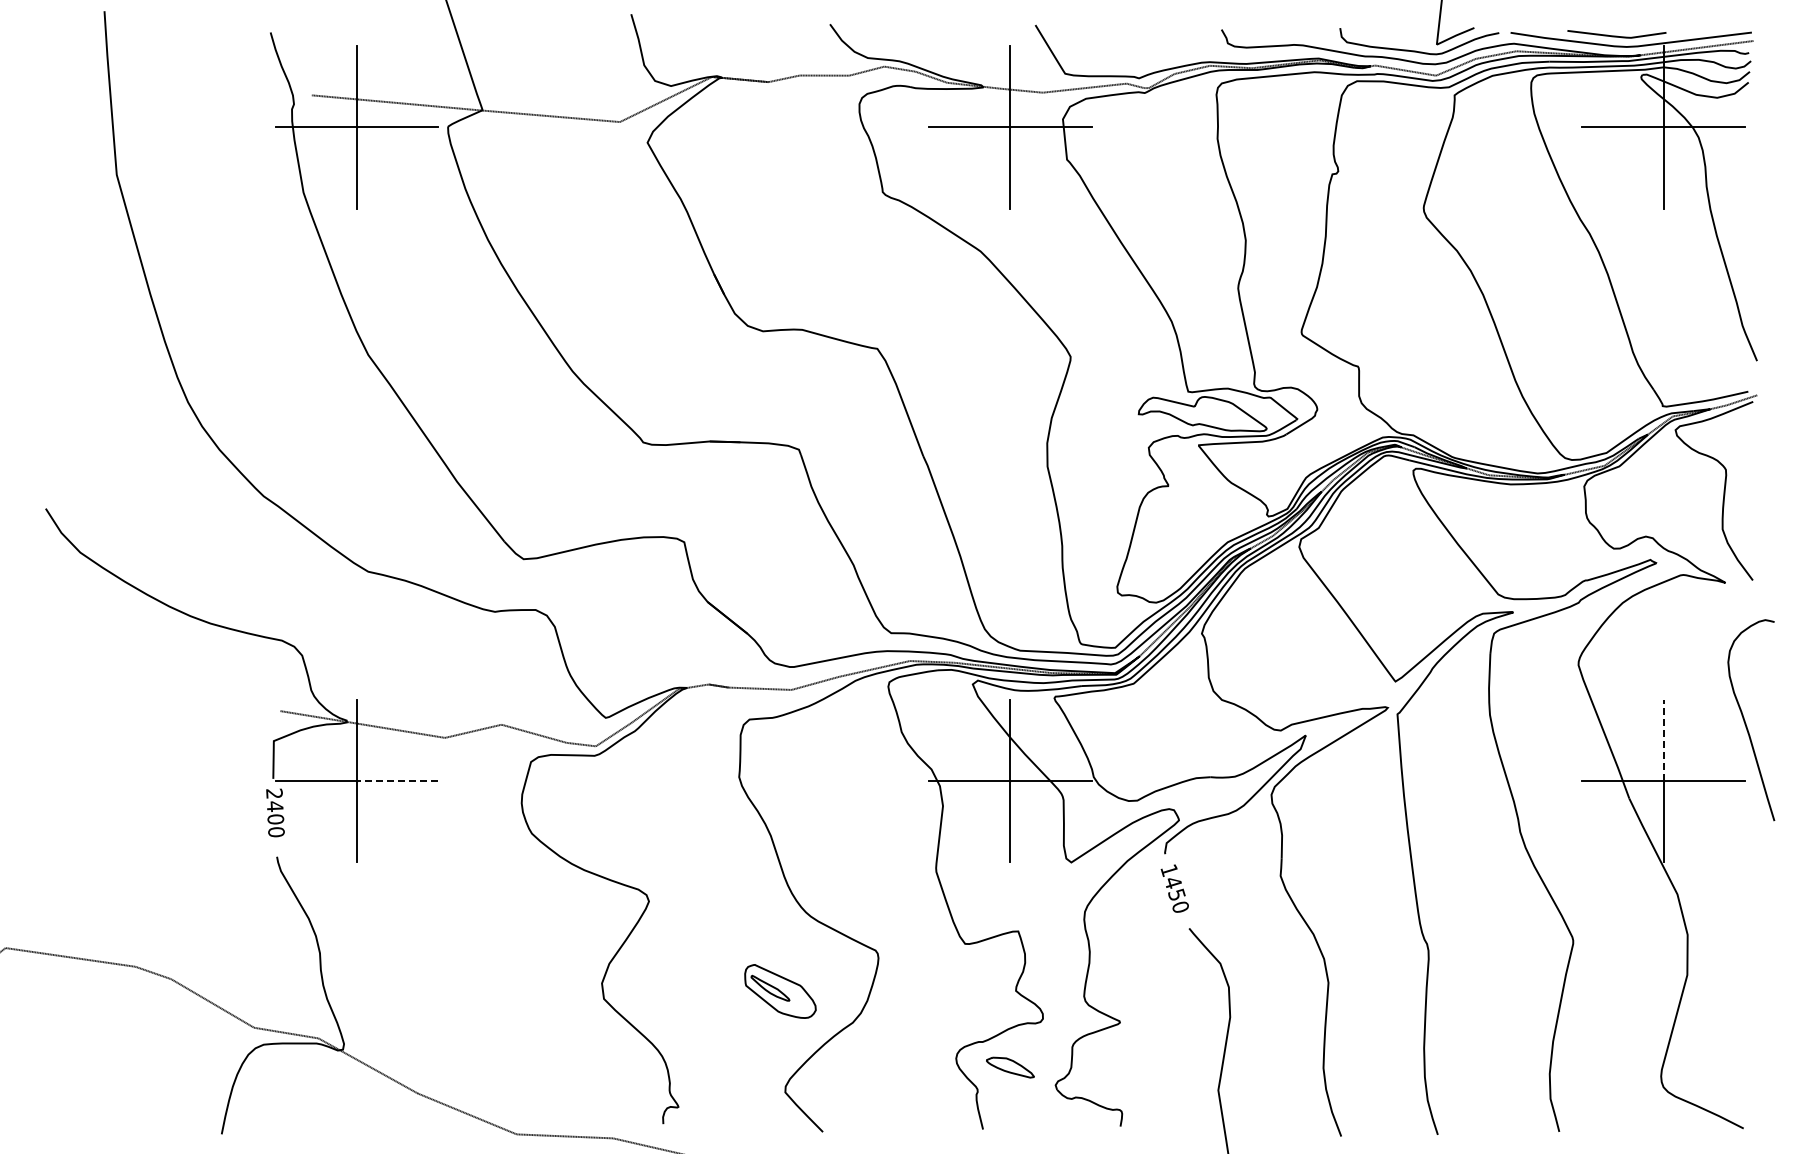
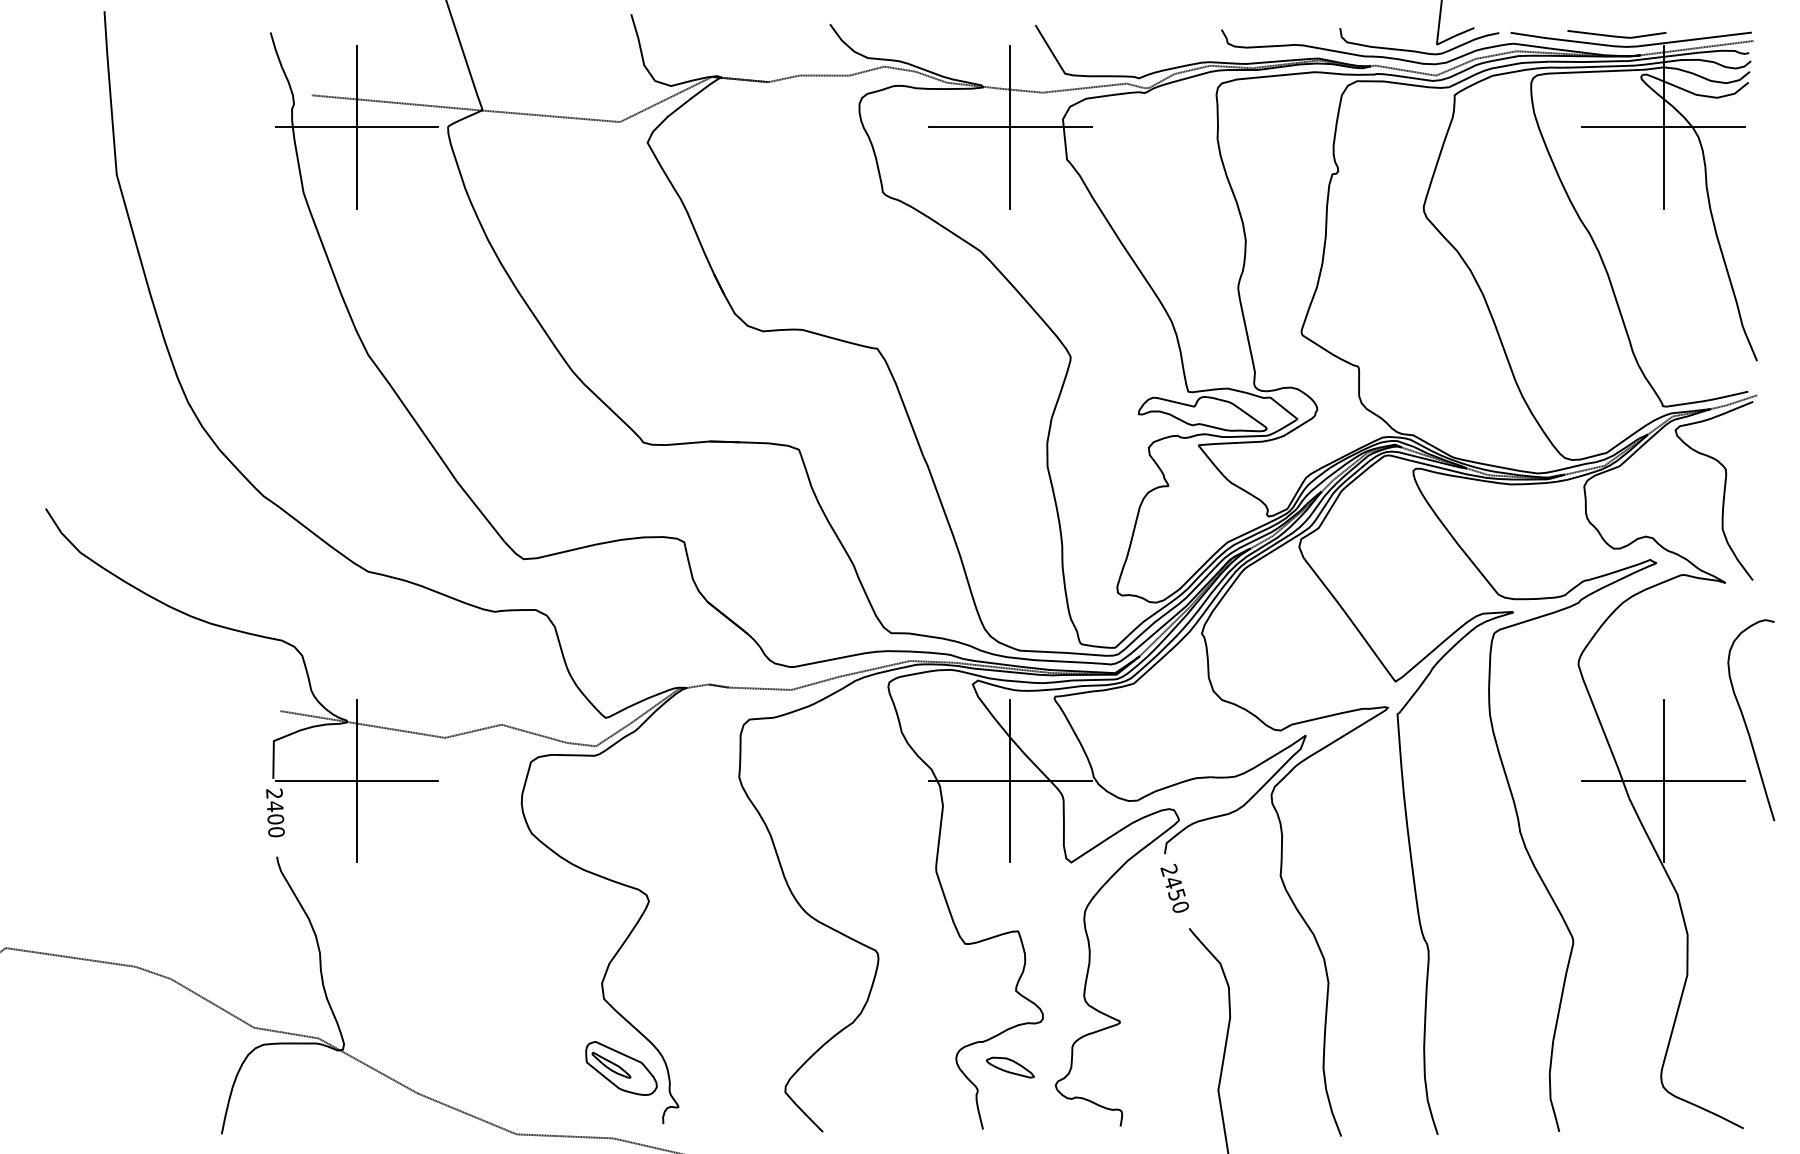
line at (1663, 740): dashed -> solid
line at (397, 780): dashed -> solid
text at (1168, 870): 1450 -> 2450
part at (780, 991) position: (780, 991) -> (621, 1068)
